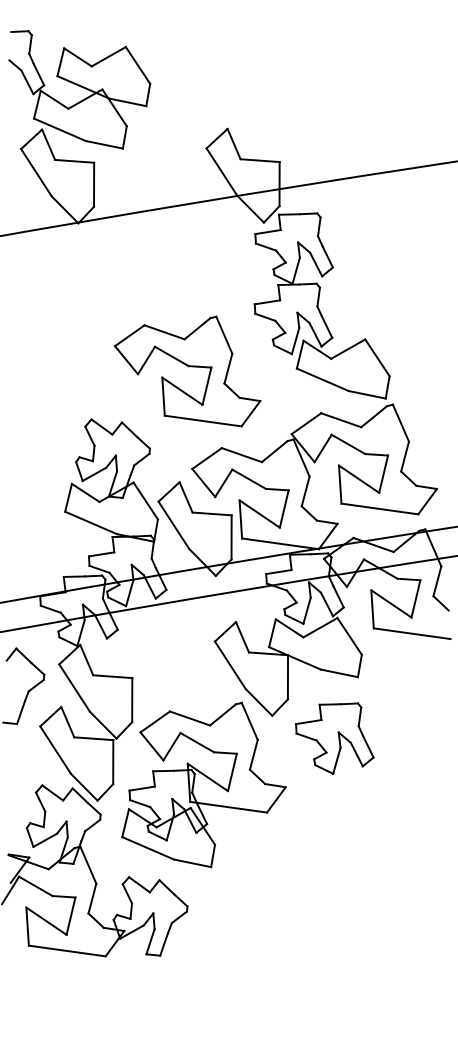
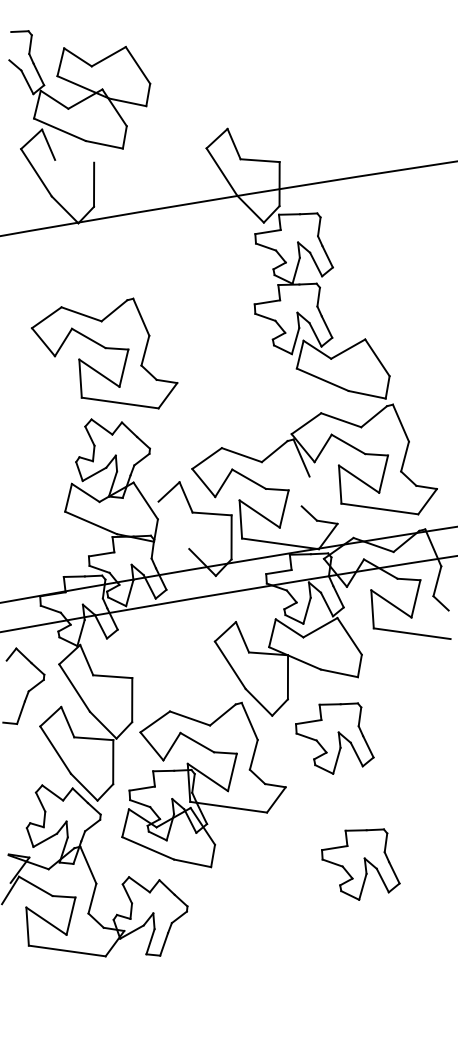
line at (74, 160): present -> none
part at (187, 371) position: (187, 371) -> (104, 353)
line at (305, 491): present -> none
line at (173, 525): present -> none
part at (360, 864): none -> present
